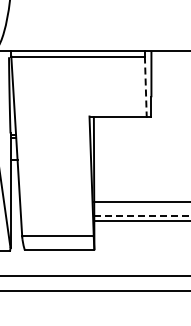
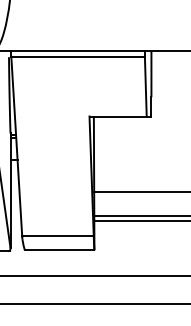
line at (145, 86): dashed -> solid
line at (140, 202) position: (140, 202) -> (140, 192)
line at (142, 215): dashed -> solid
line at (94, 290) position: (94, 290) -> (94, 303)
